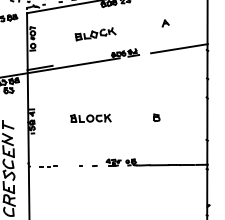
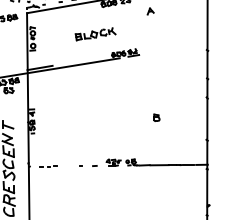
part at (165, 23) position: (165, 23) -> (150, 11)
line at (179, 48): present -> none
part at (90, 117): present -> none
